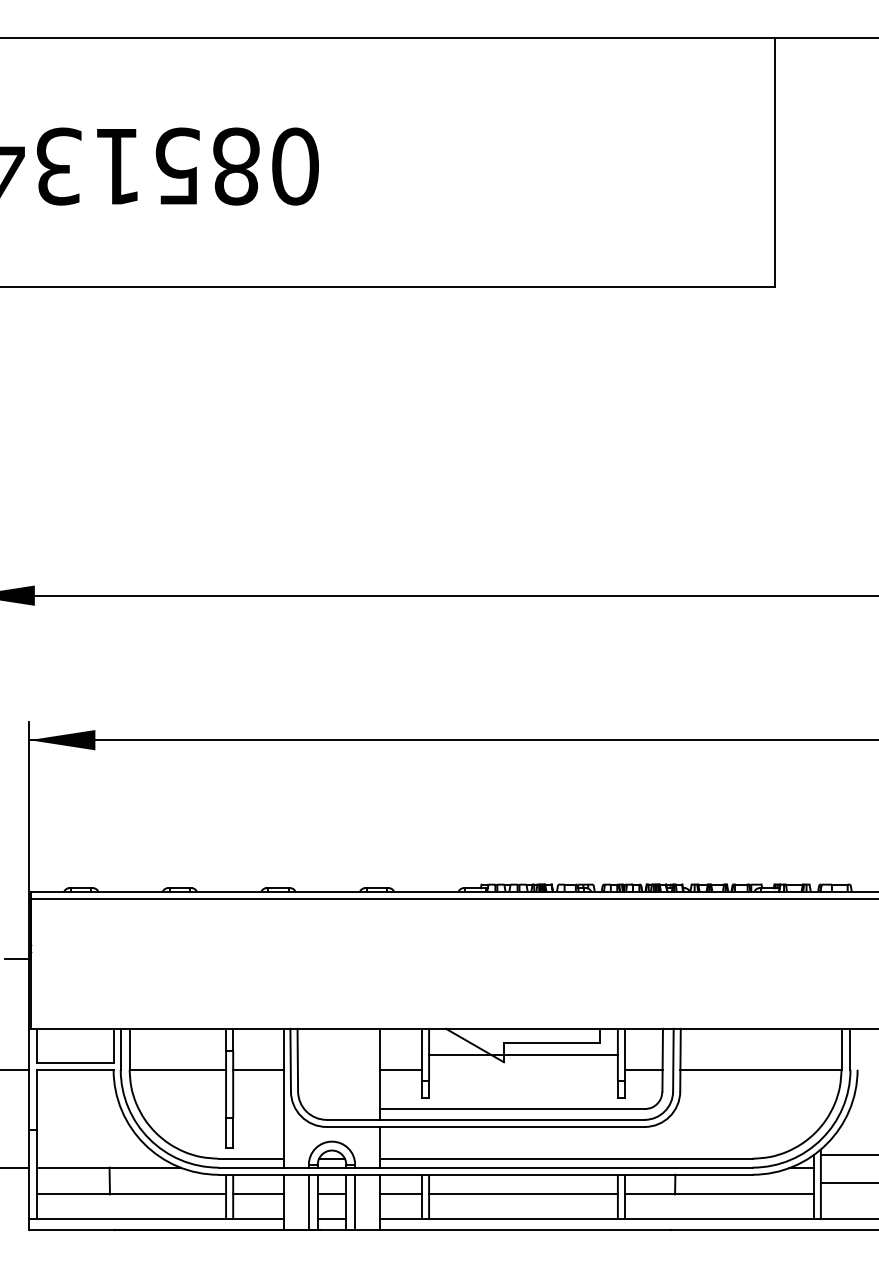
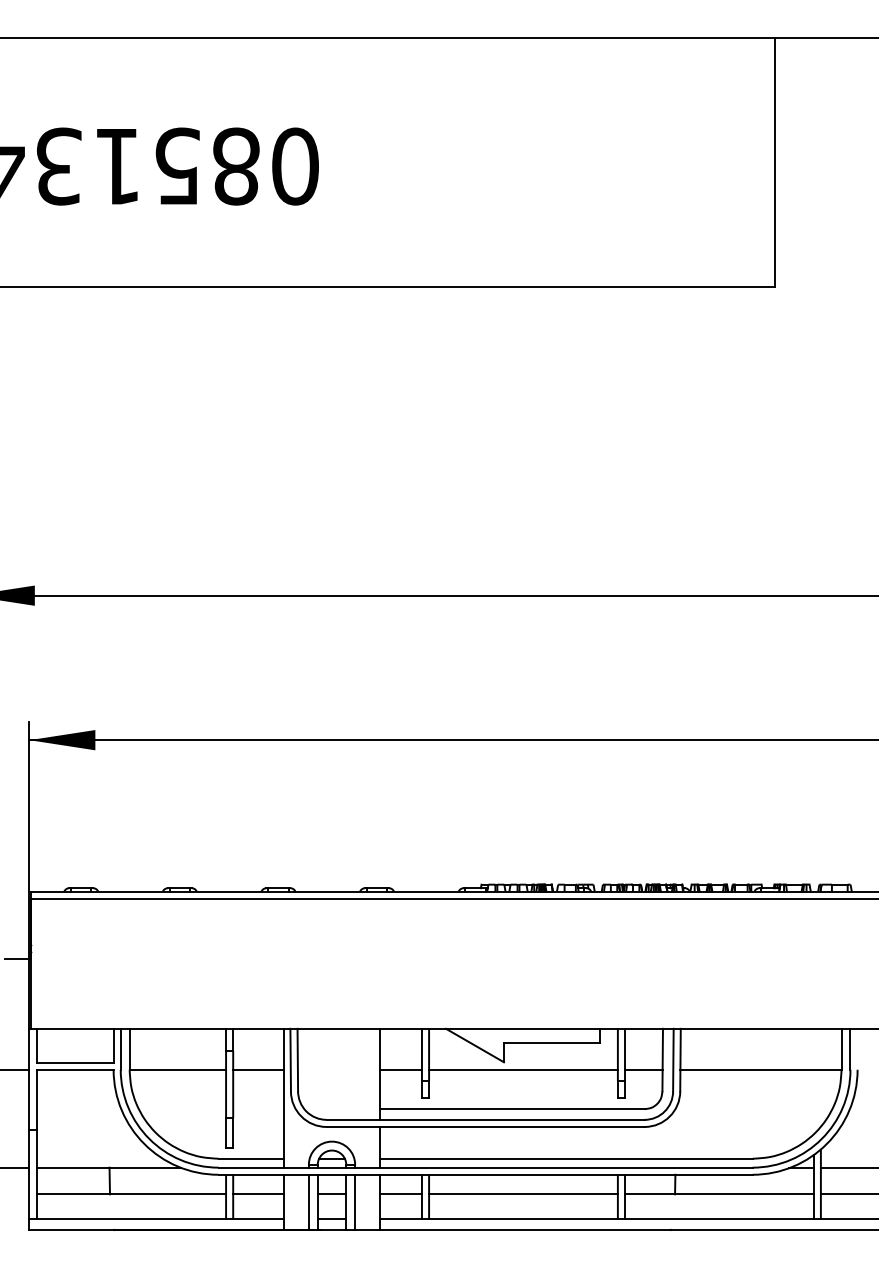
line at (523, 1054) position: (523, 1054) -> (523, 1069)
line at (847, 1154) position: (847, 1154) -> (847, 1167)
line at (847, 1183) position: (847, 1183) -> (847, 1194)
